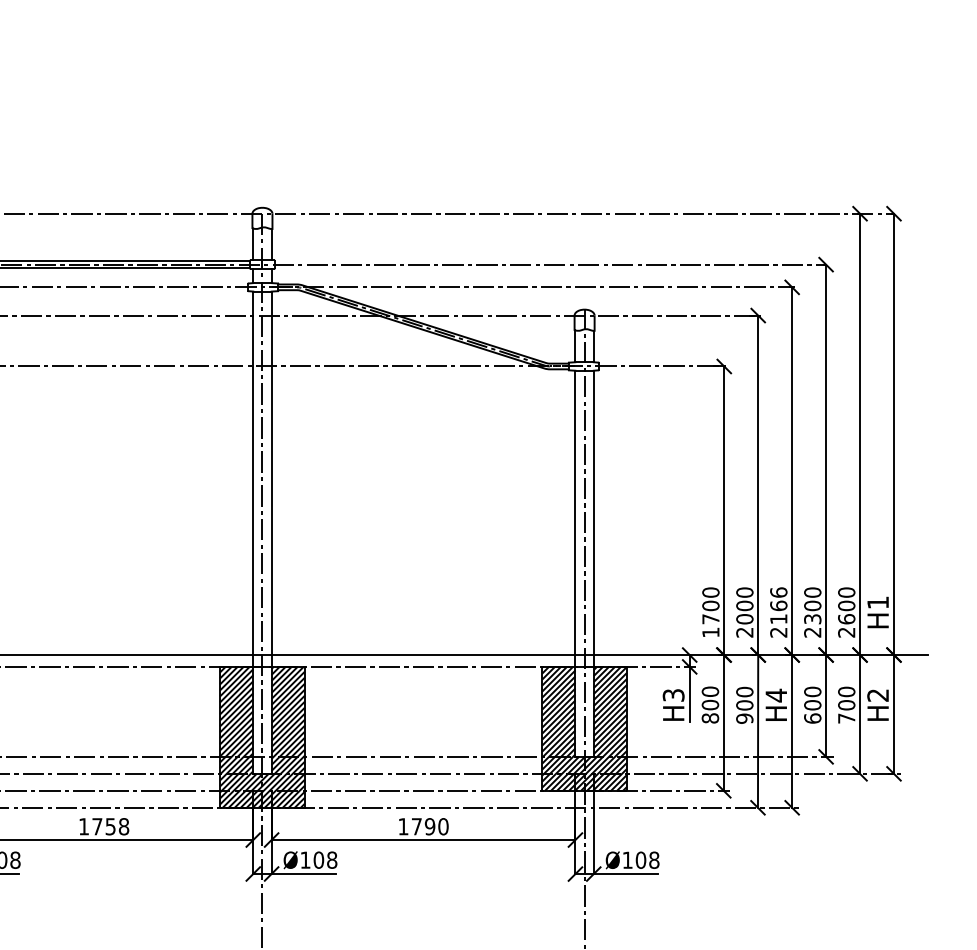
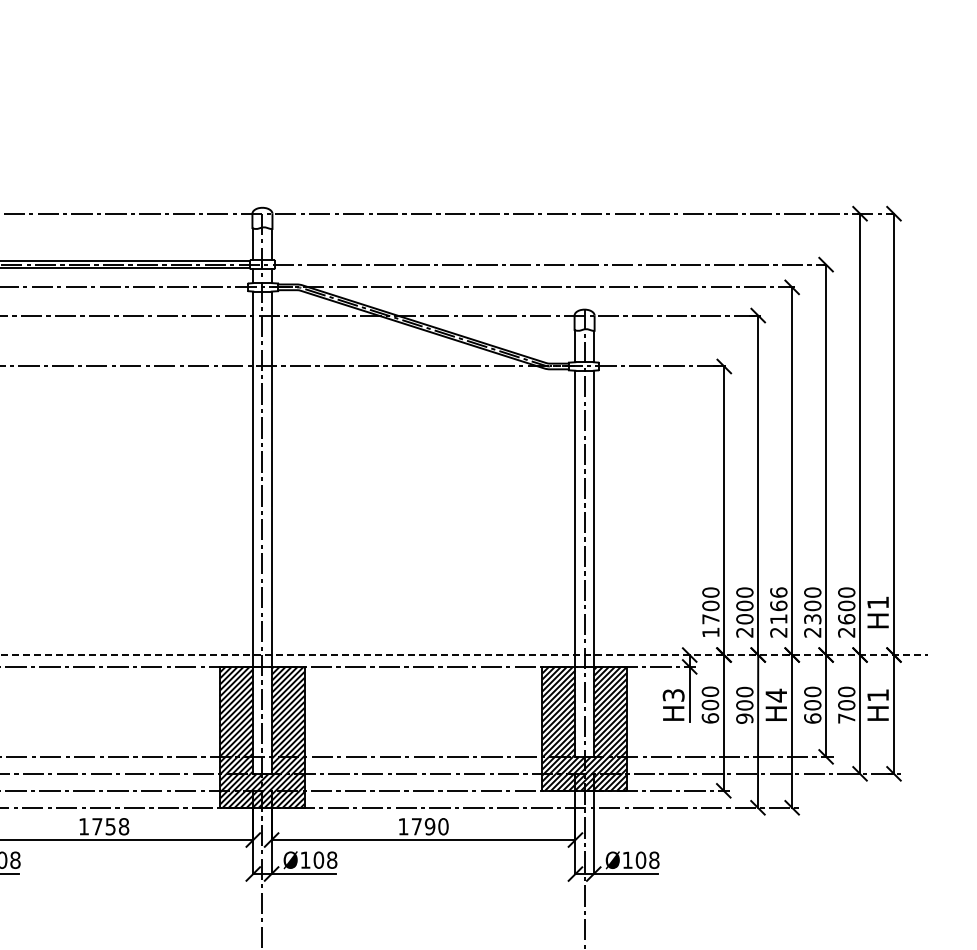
line at (464, 655): solid -> dashed
text at (877, 695): H2 -> H1
text at (709, 718): 800 -> 600
